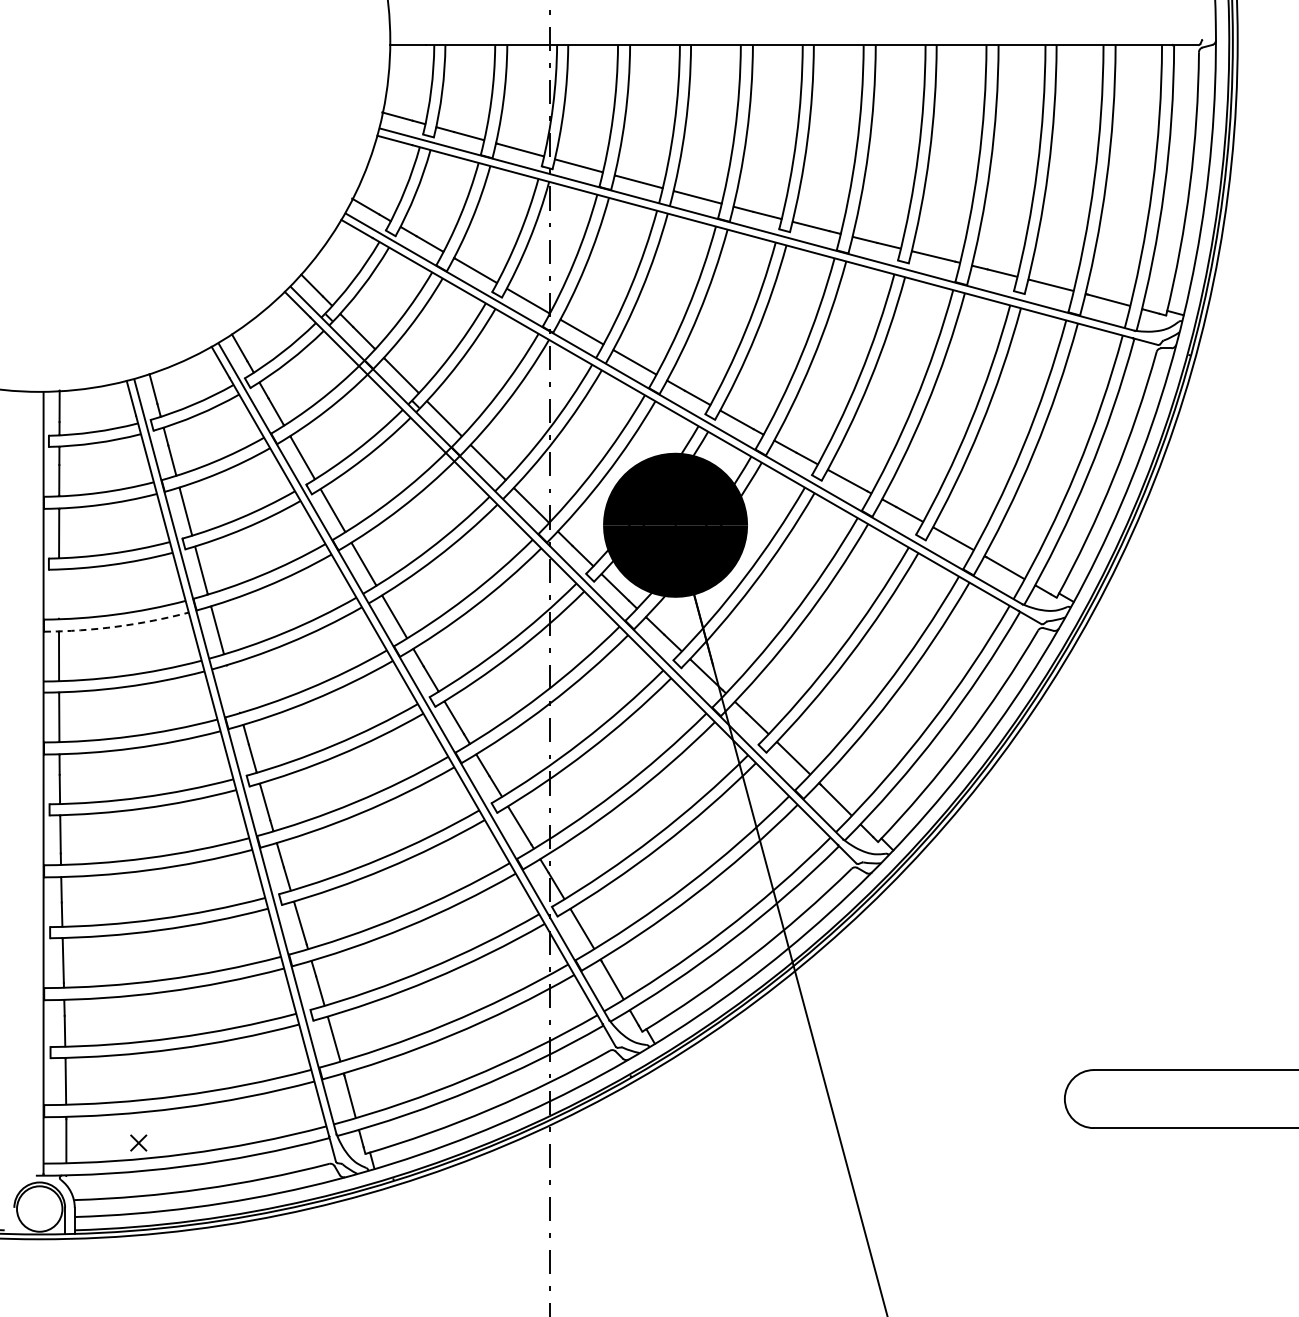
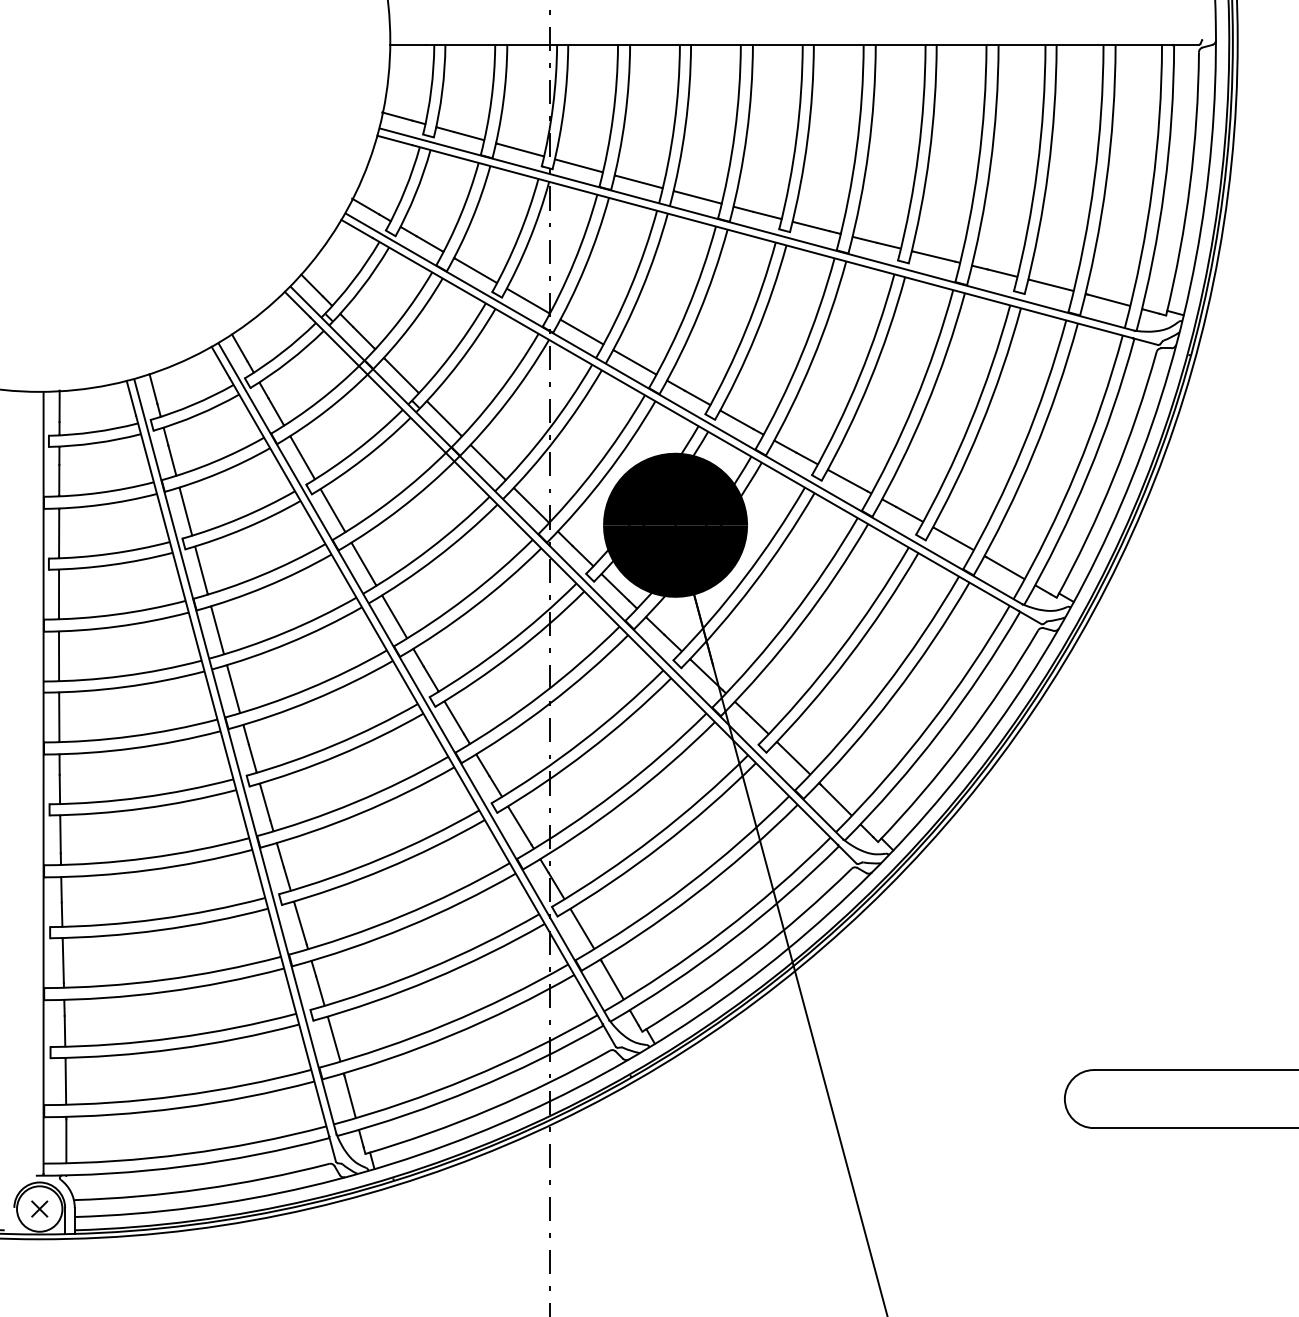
line at (59, 593): none -> present
arc at (116, 626): dashed -> solid
line at (233, 688): none -> present
part at (138, 1142) position: (138, 1142) -> (39, 1208)
